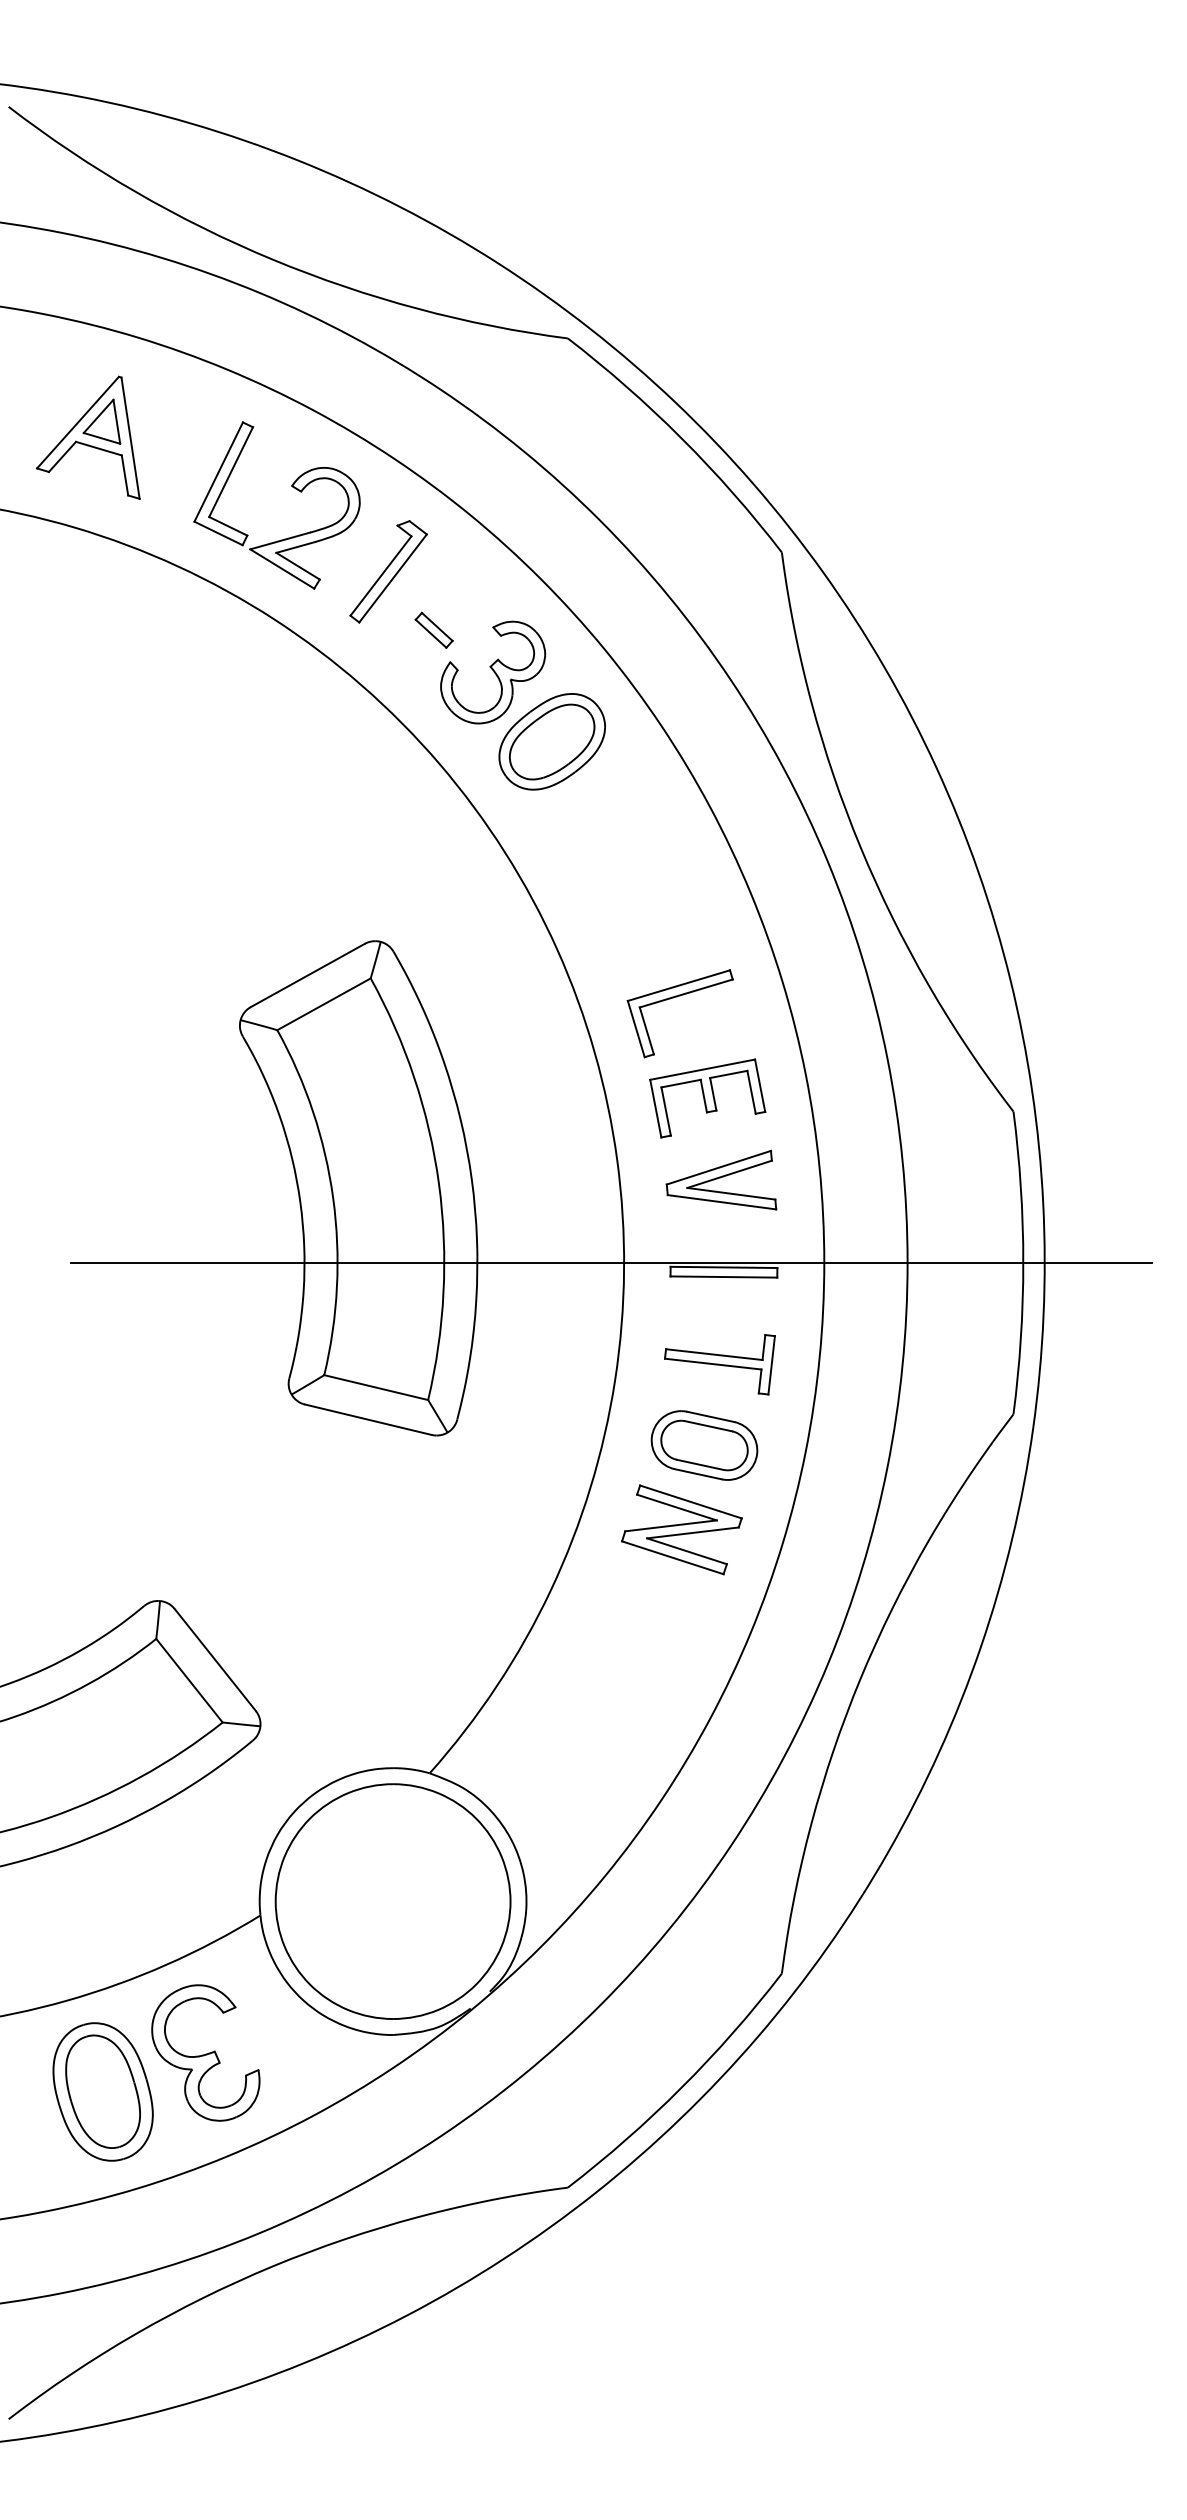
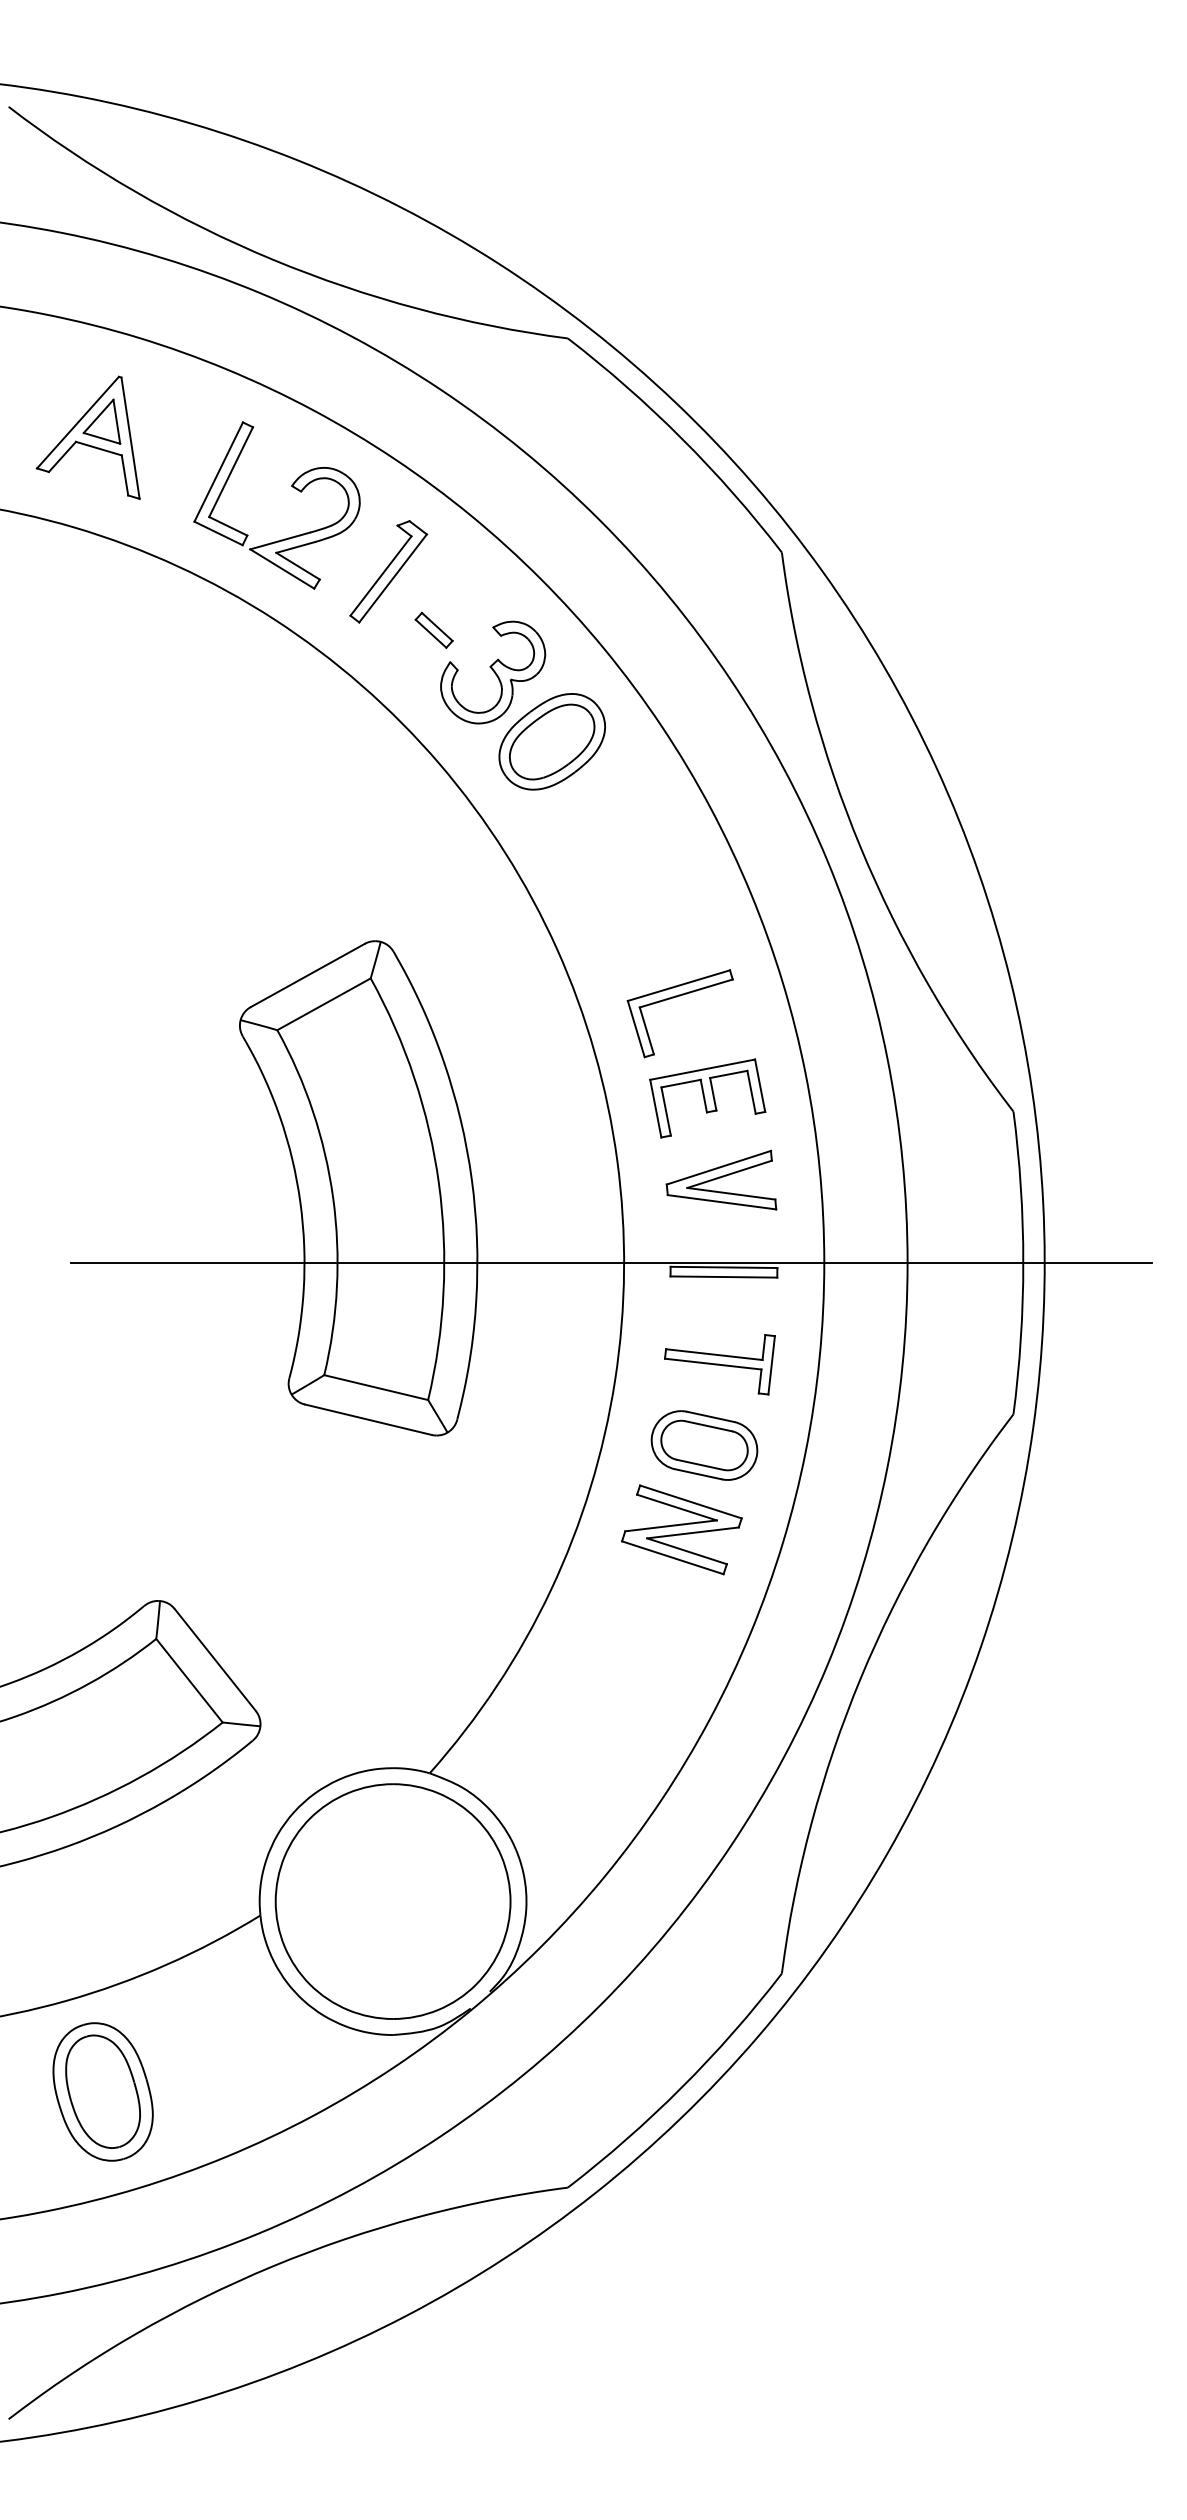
part at (205, 2052): present -> none
